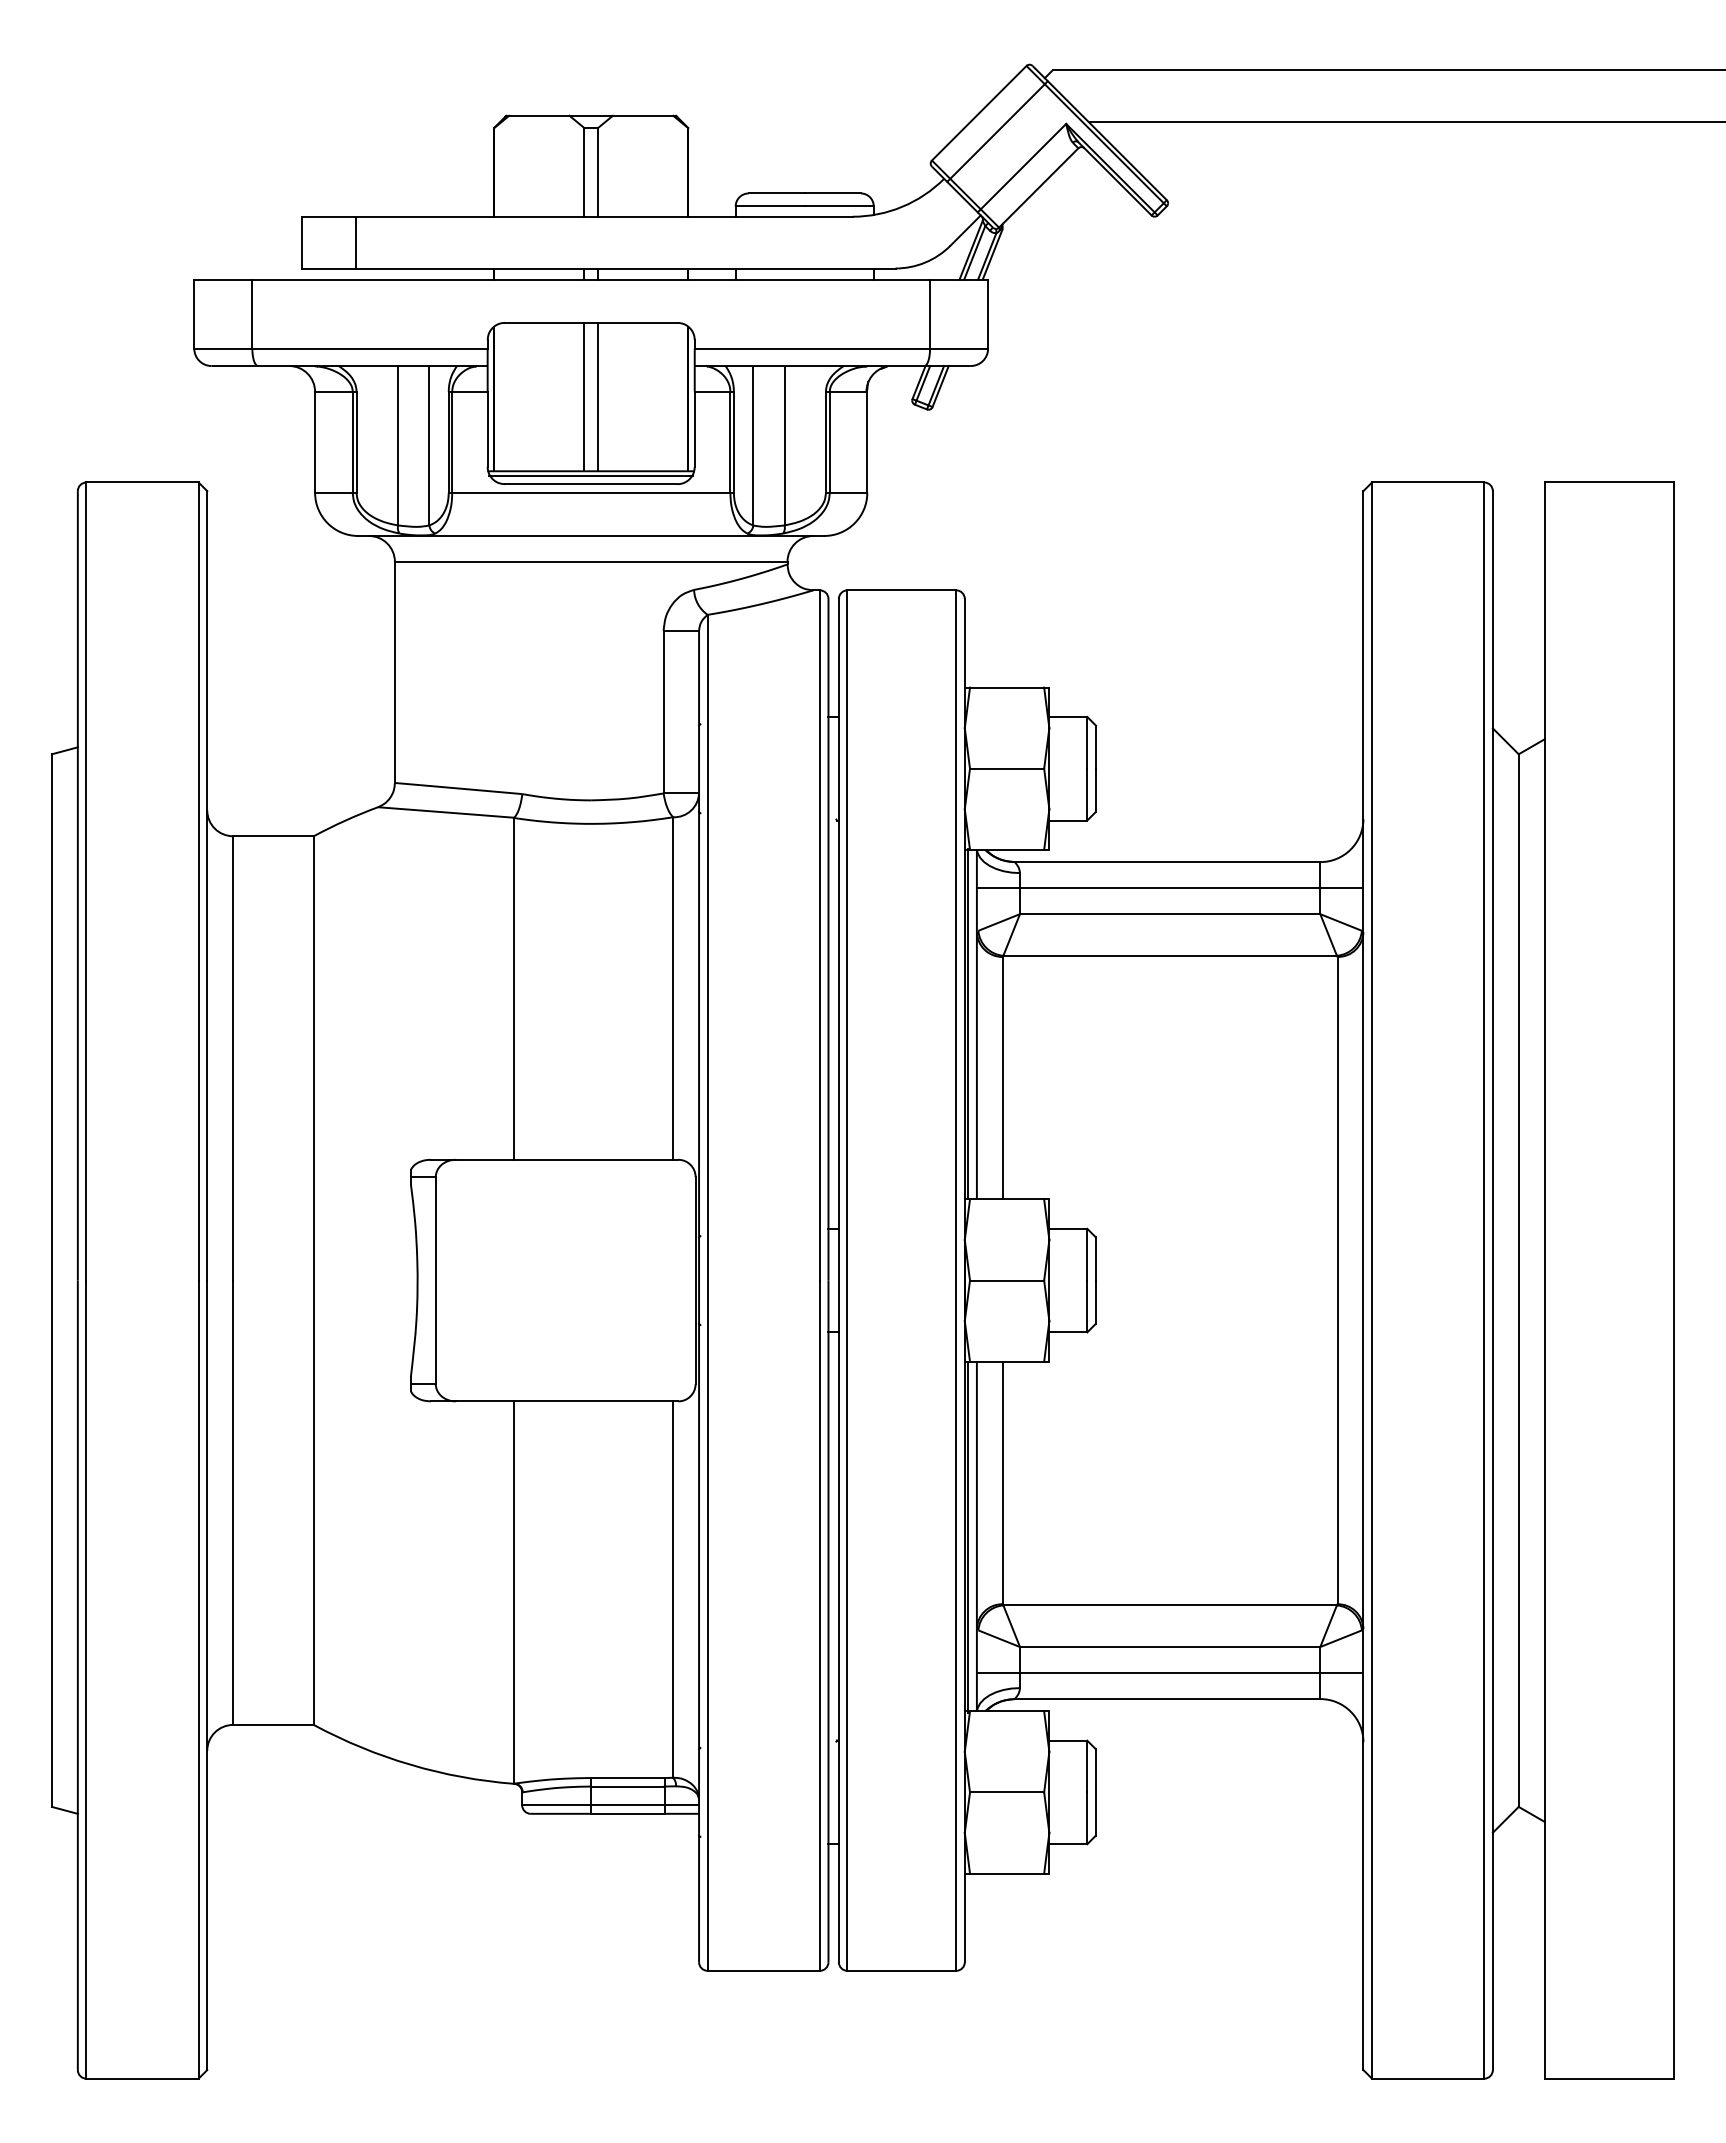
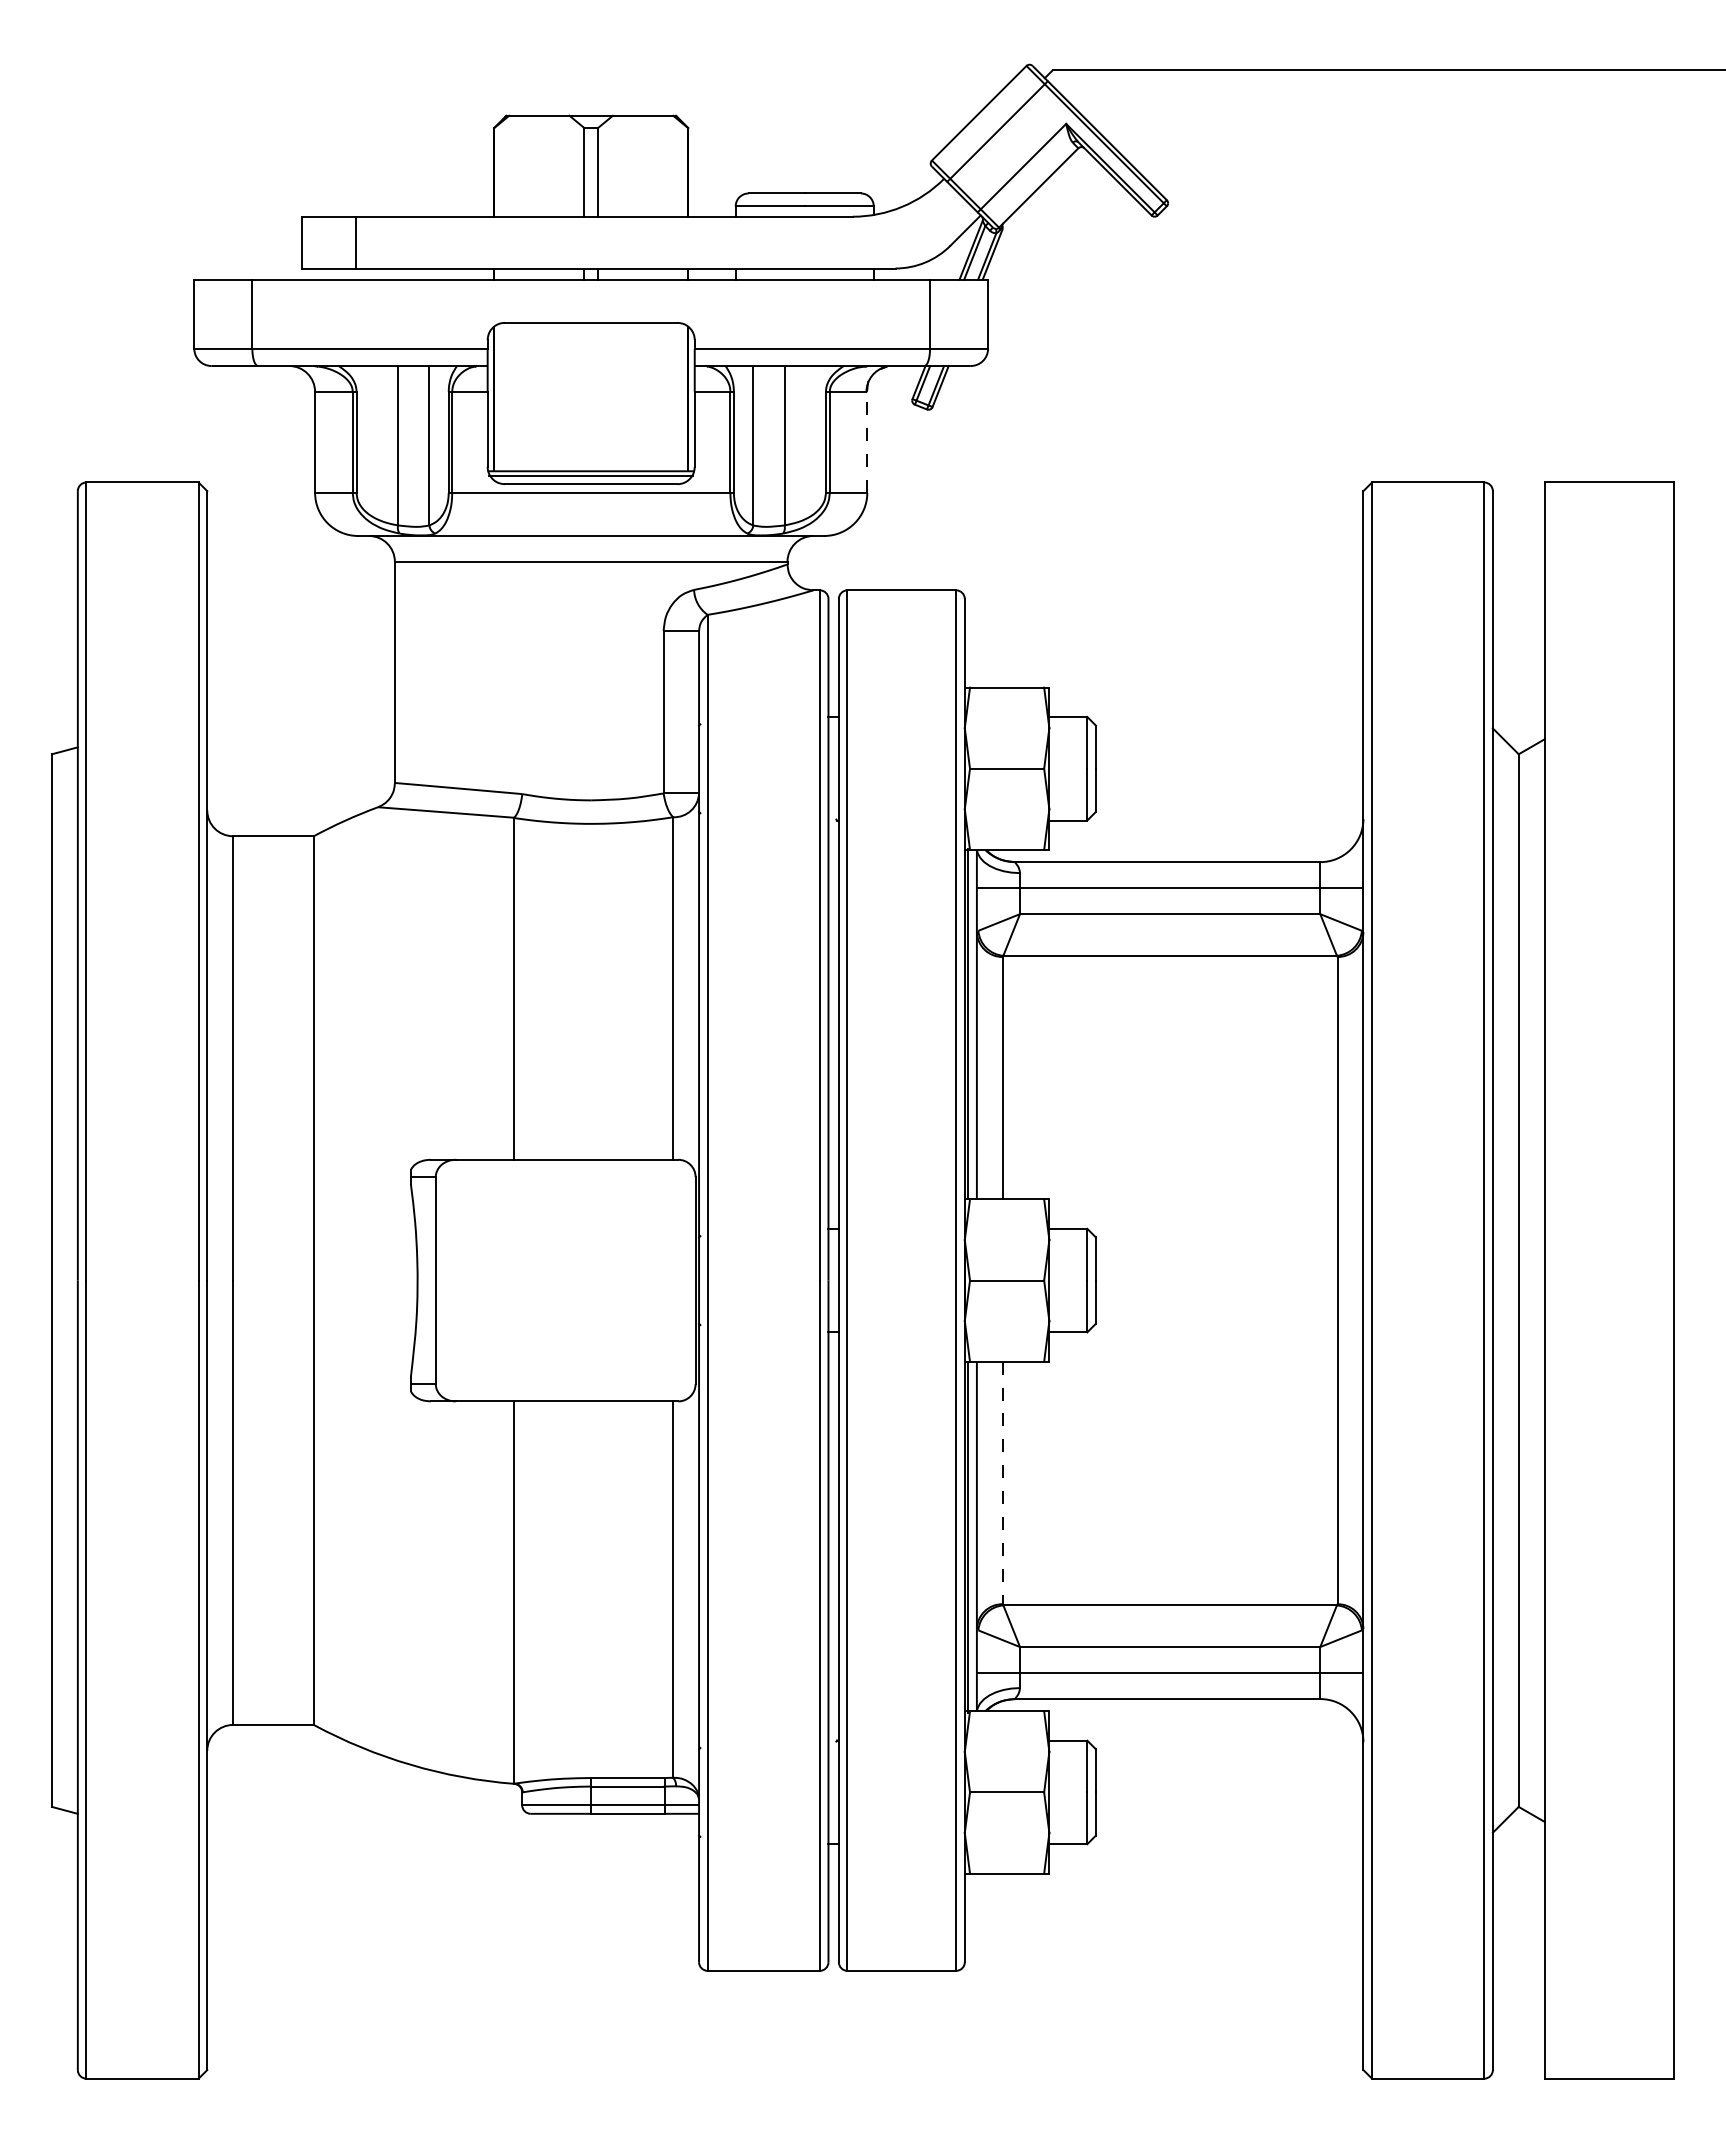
line at (1405, 121): present -> none
line at (584, 396): present -> none
line at (598, 396): present -> none
line at (867, 440): solid -> dashed
line at (1002, 1483): solid -> dashed
